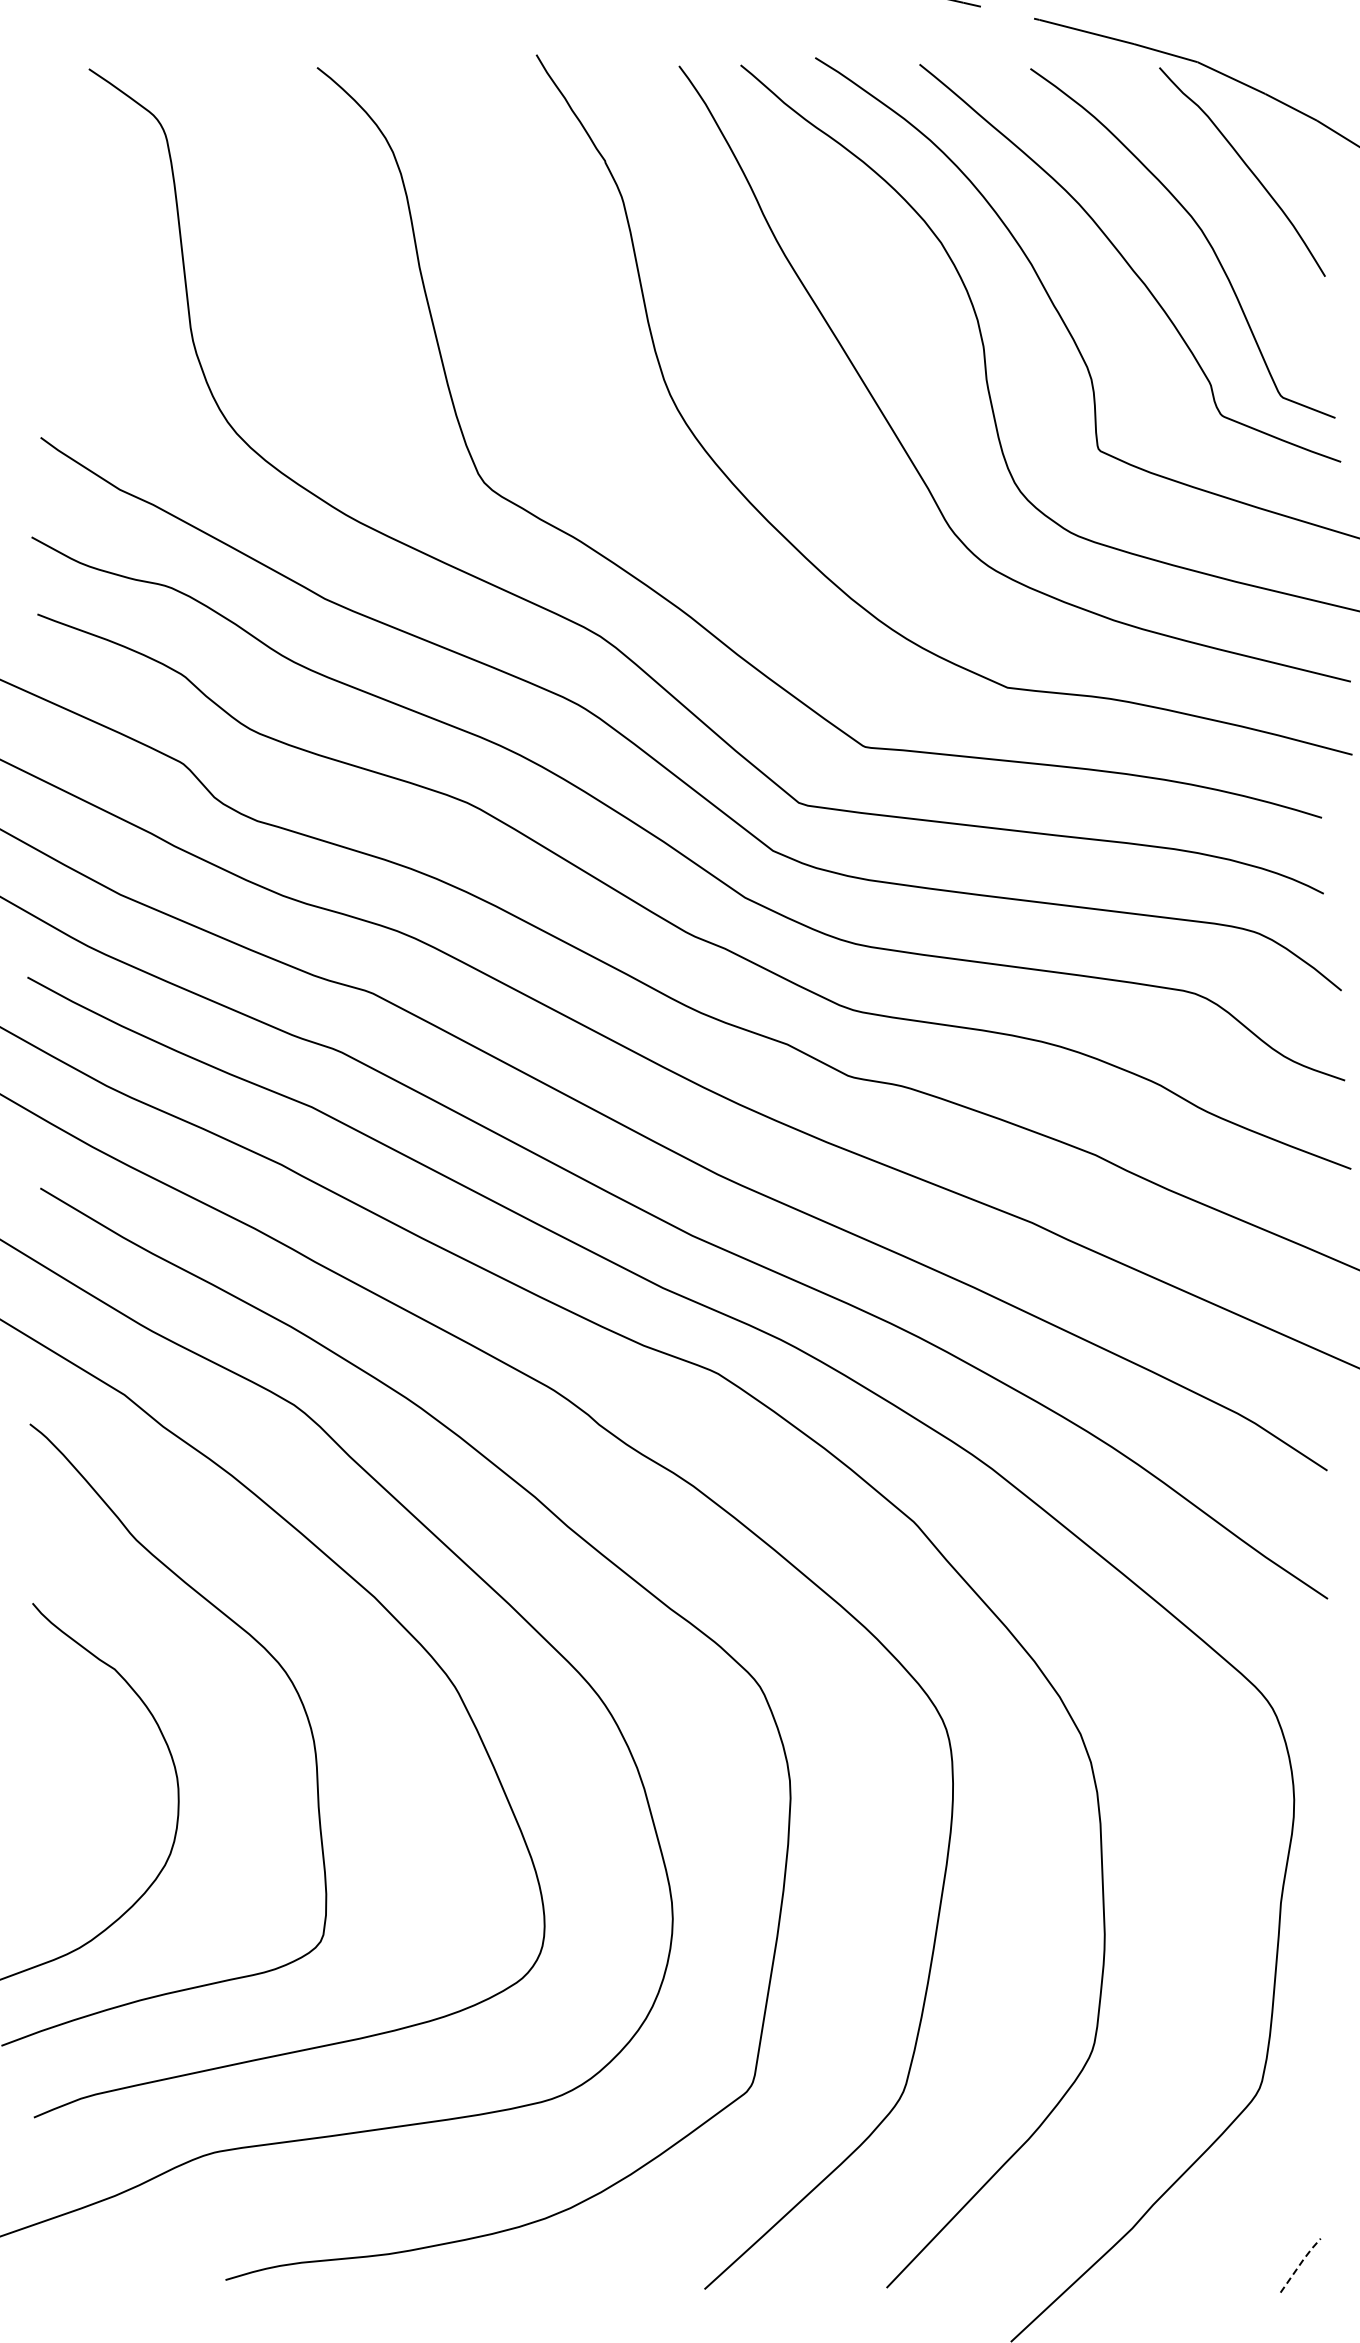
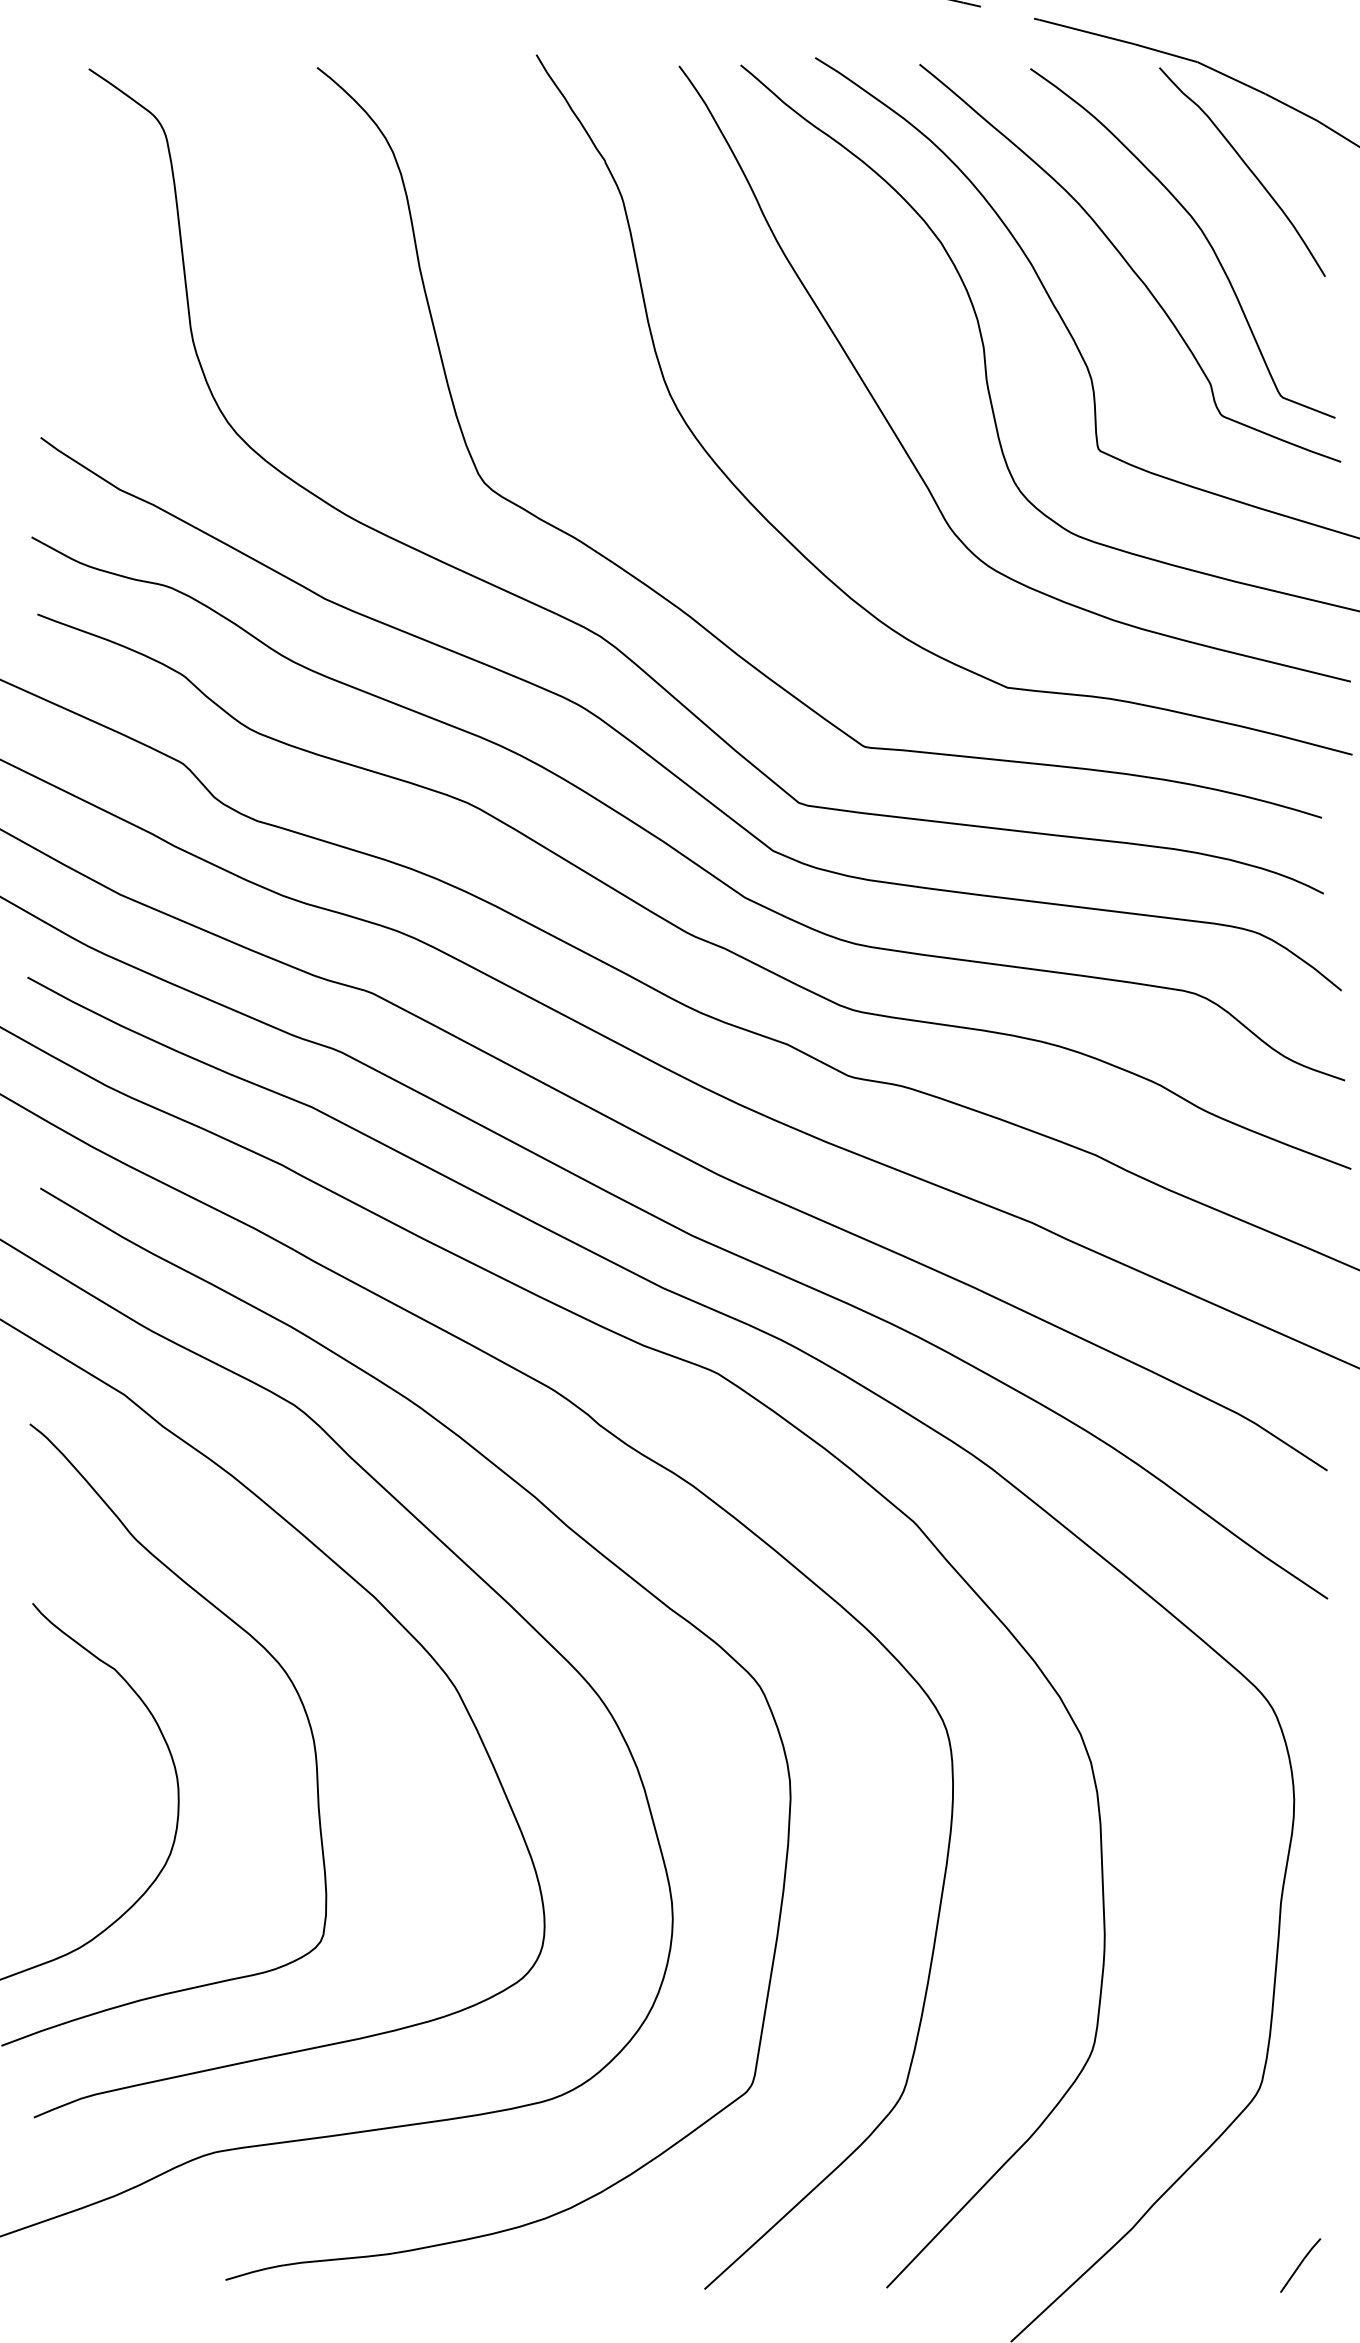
line at (1300, 2263): dashed -> solid
